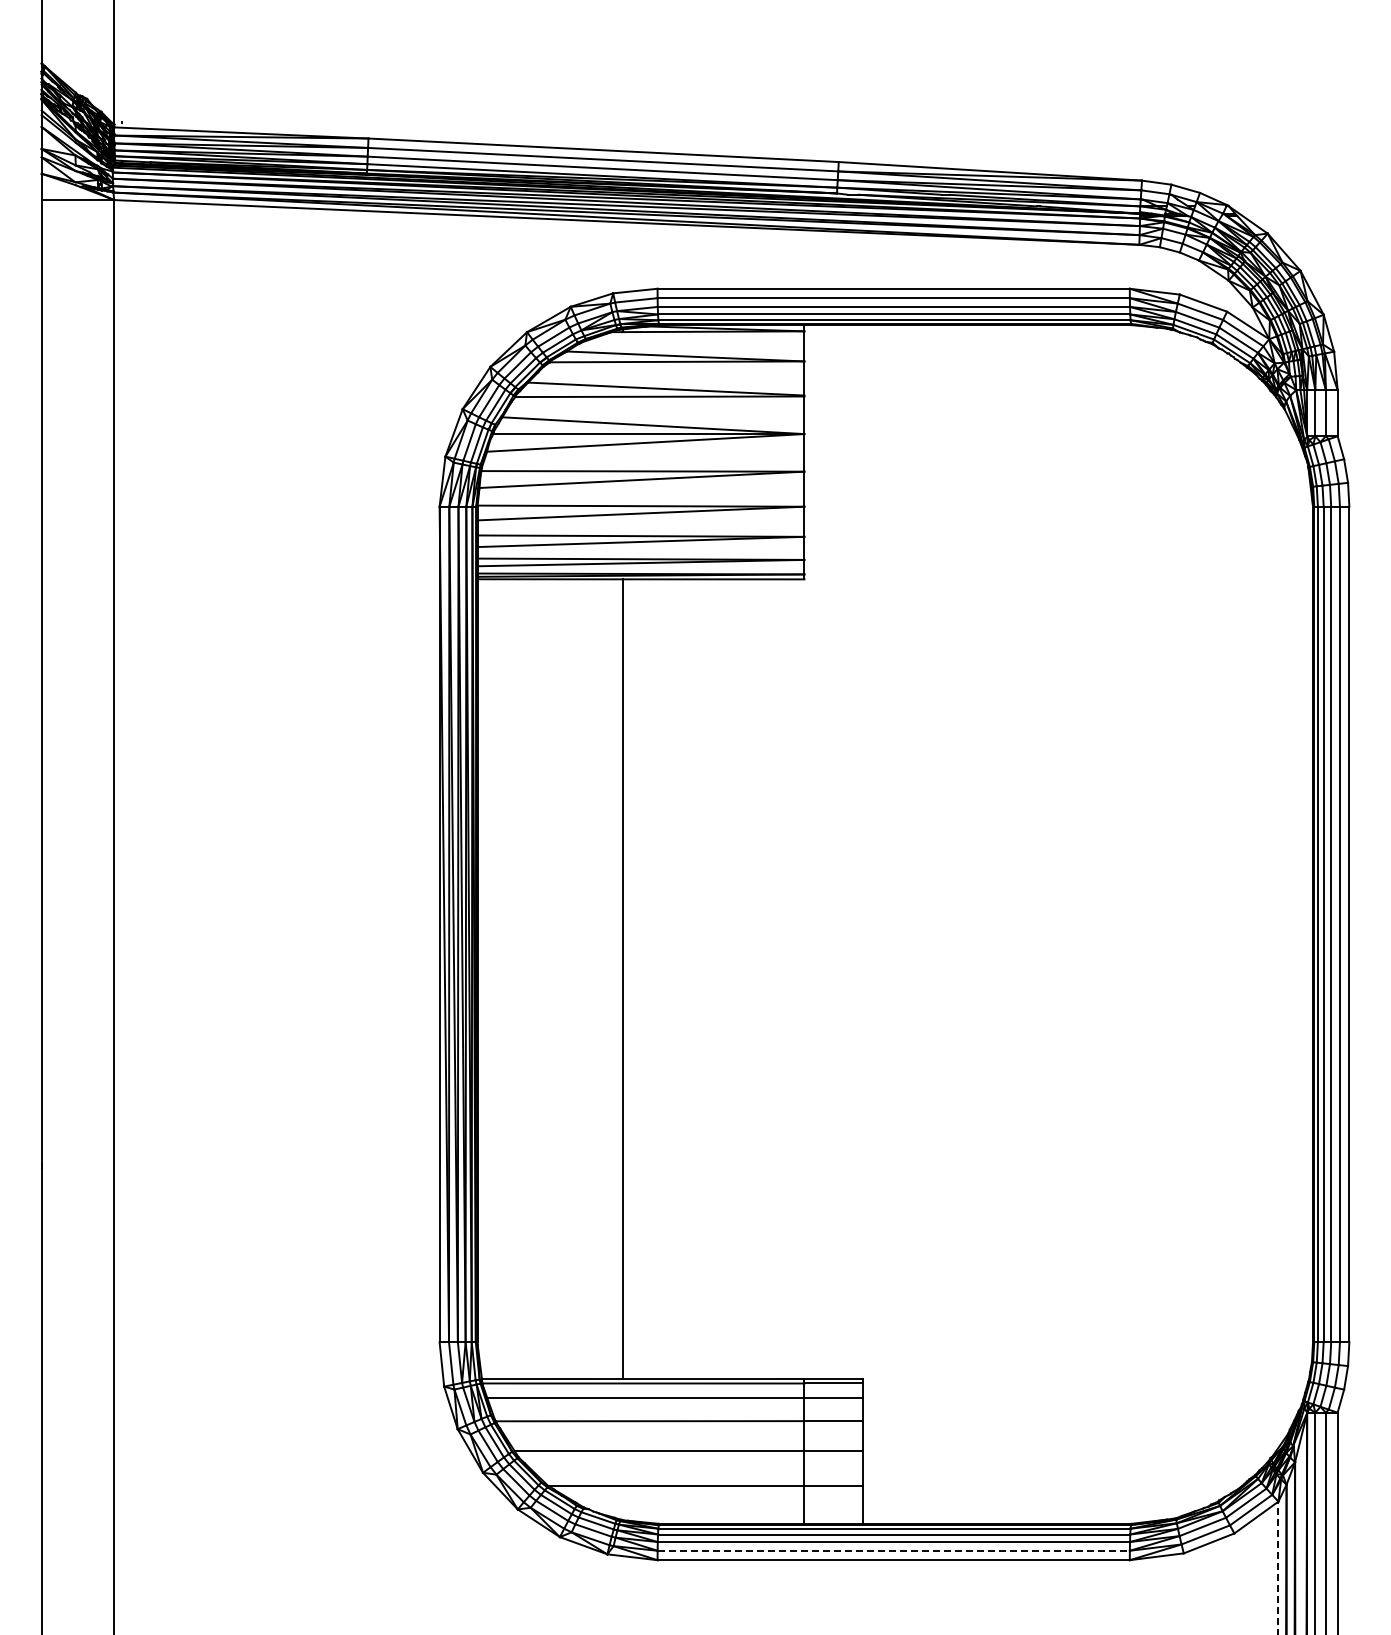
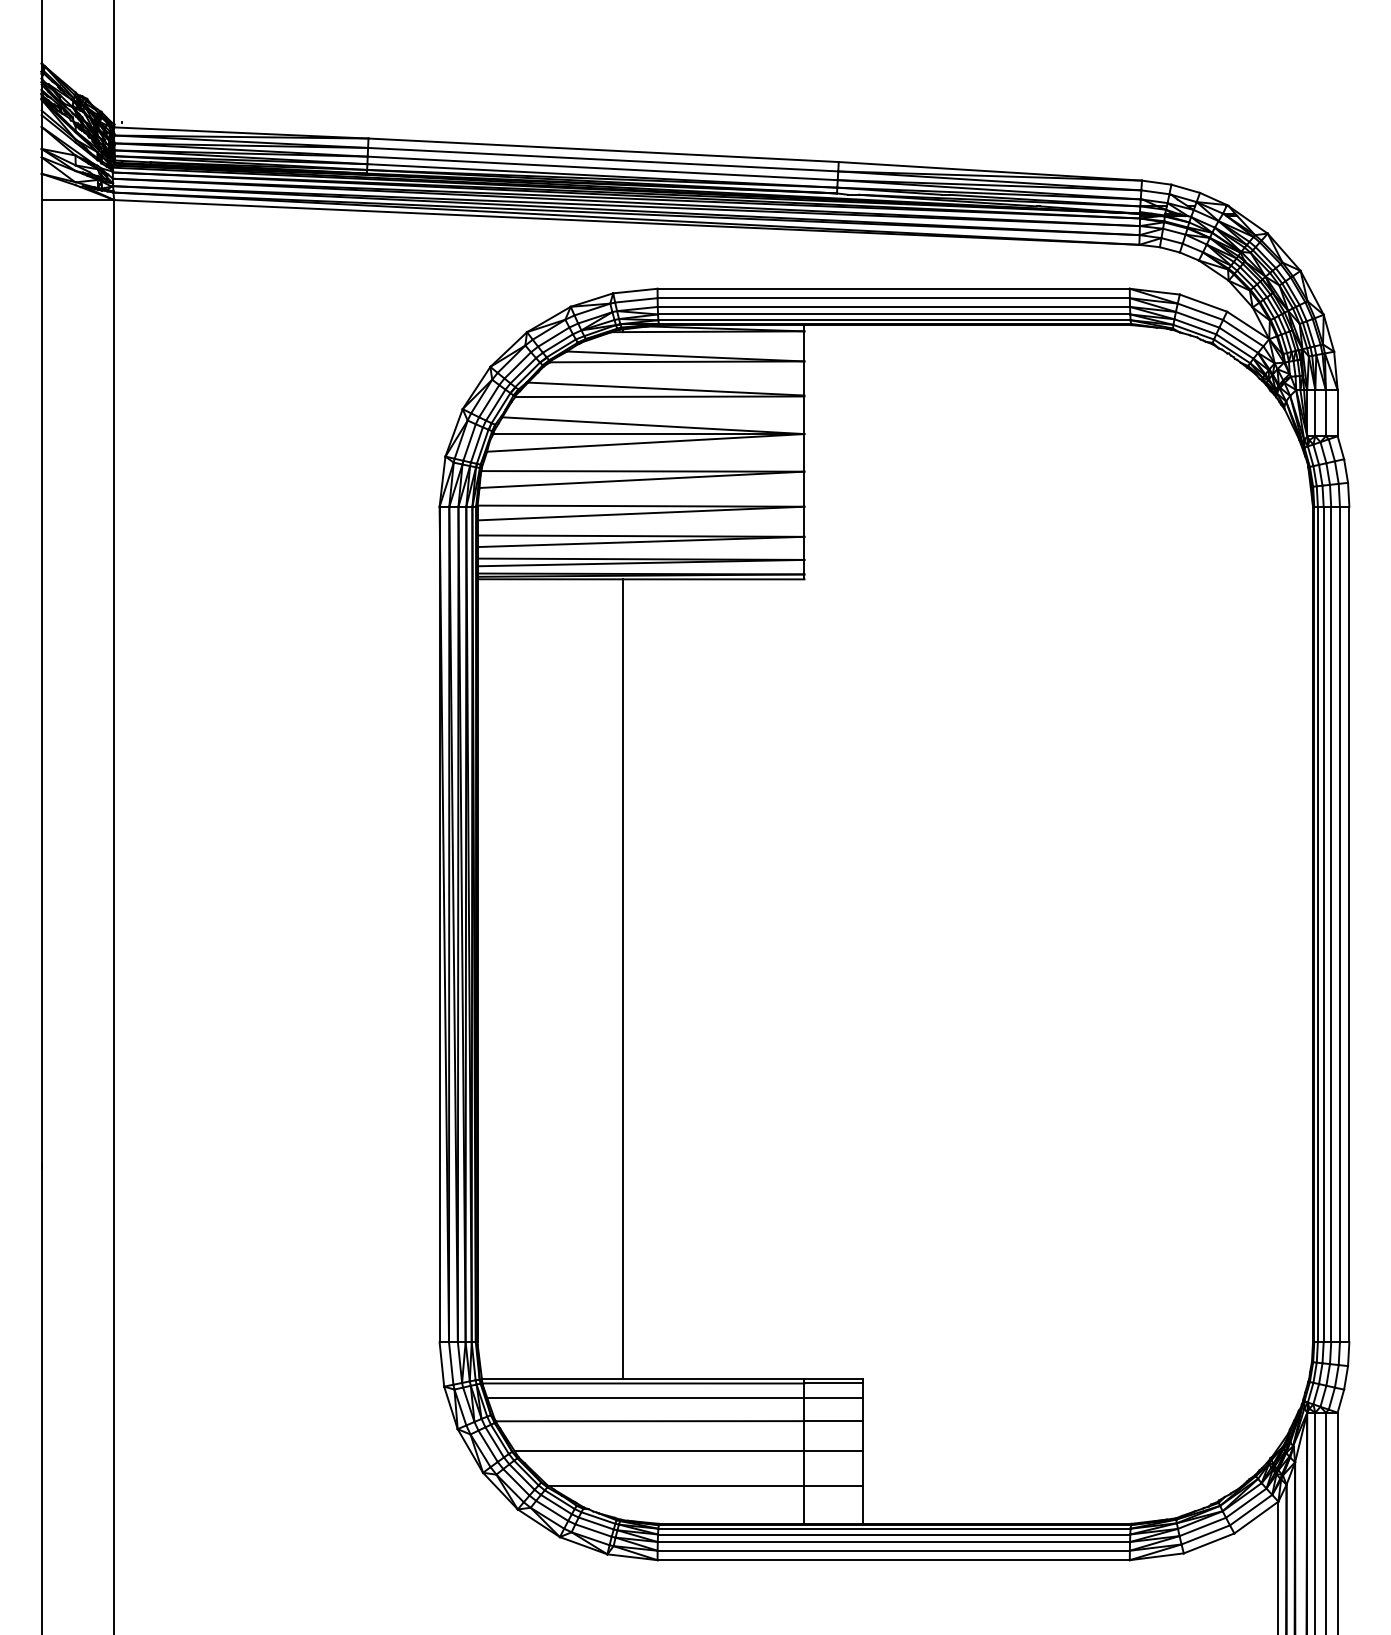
line at (894, 1550): dashed -> solid
line at (1278, 1567): dashed -> solid
